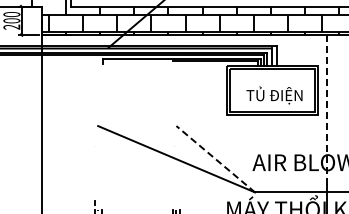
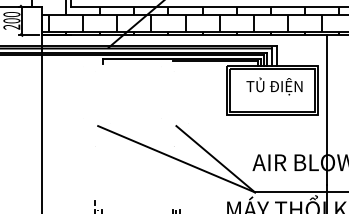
text at (274, 95) position: (274, 95) -> (274, 86)
line at (326, 109): dashed -> solid
line at (215, 158): dashed -> solid
